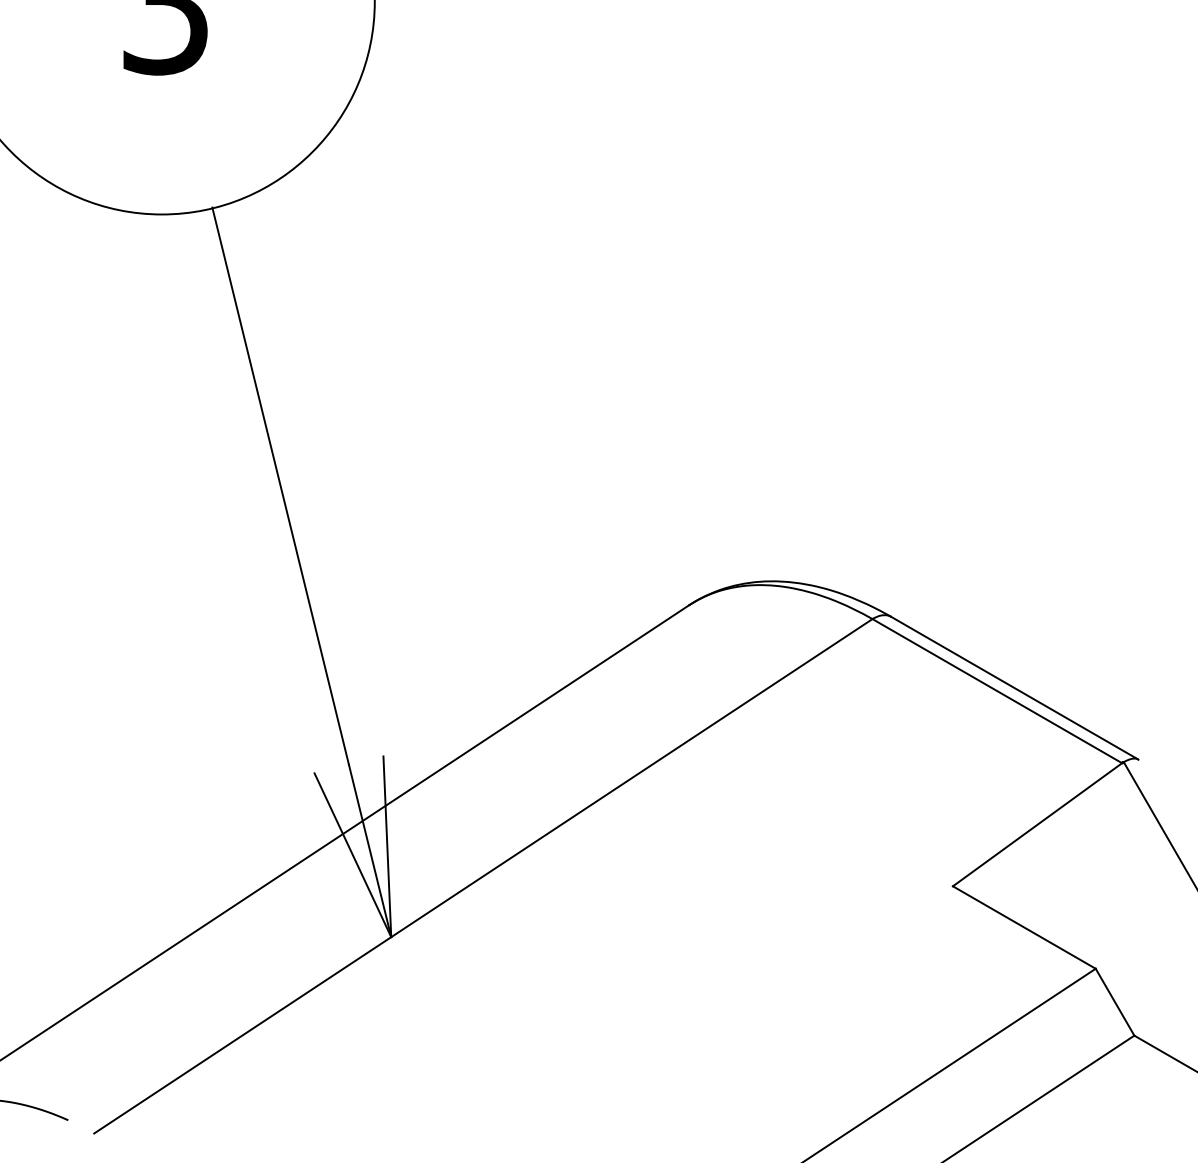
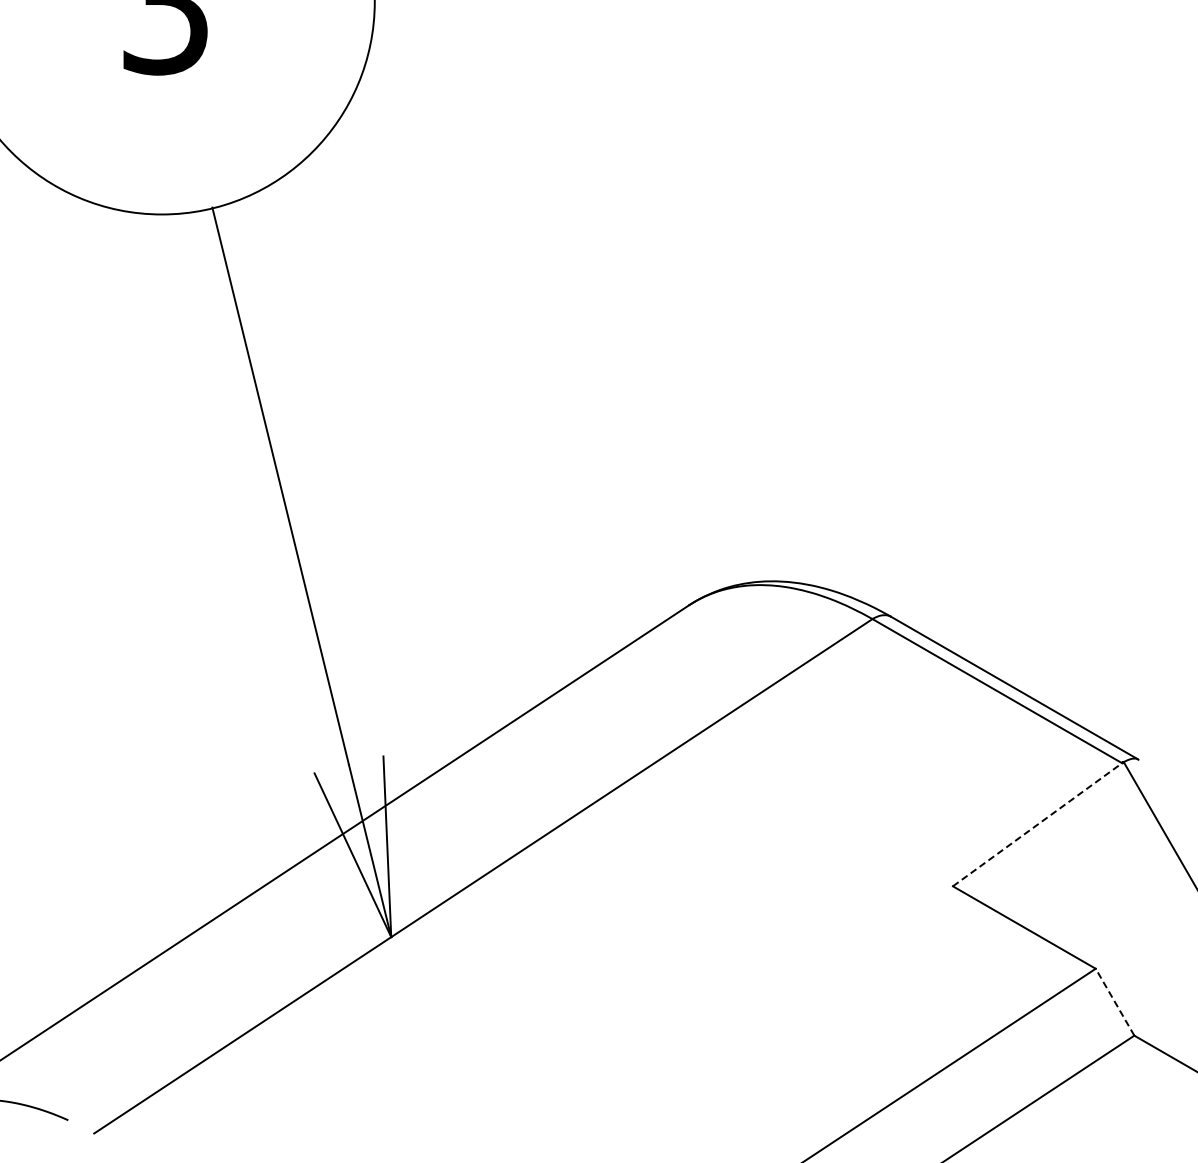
line at (1037, 824): solid -> dashed
line at (1115, 1002): solid -> dashed
